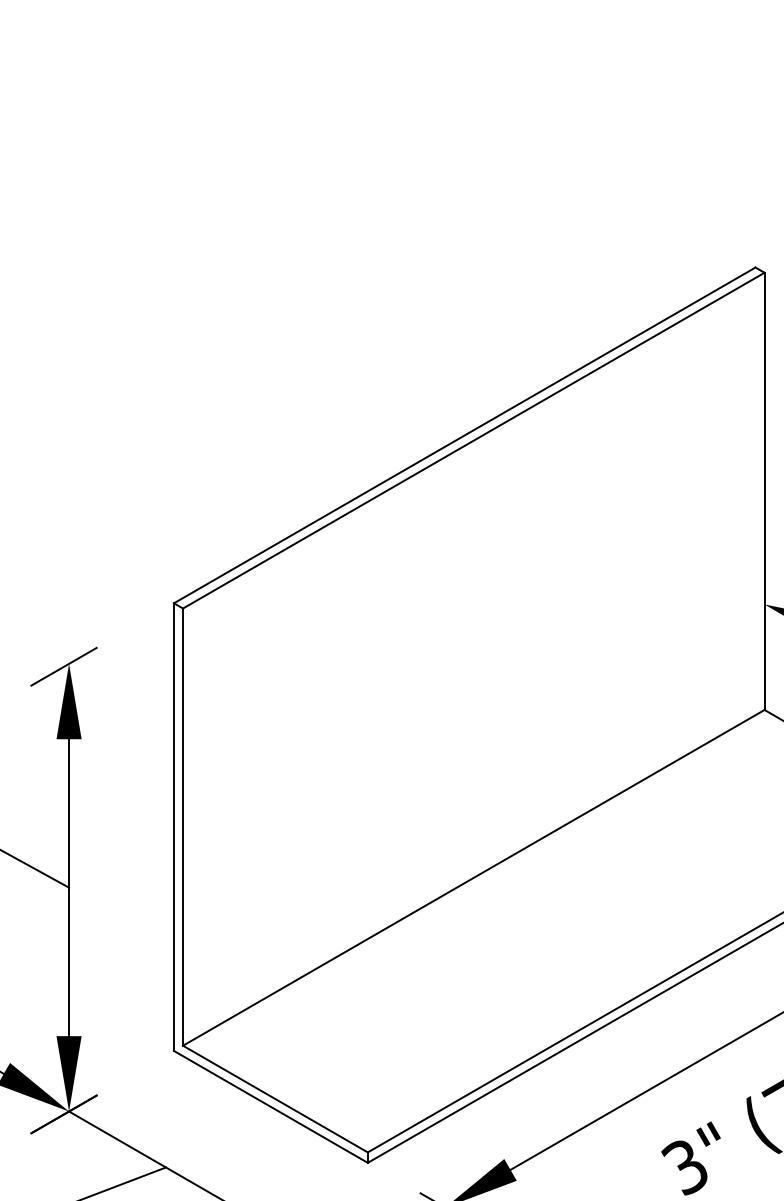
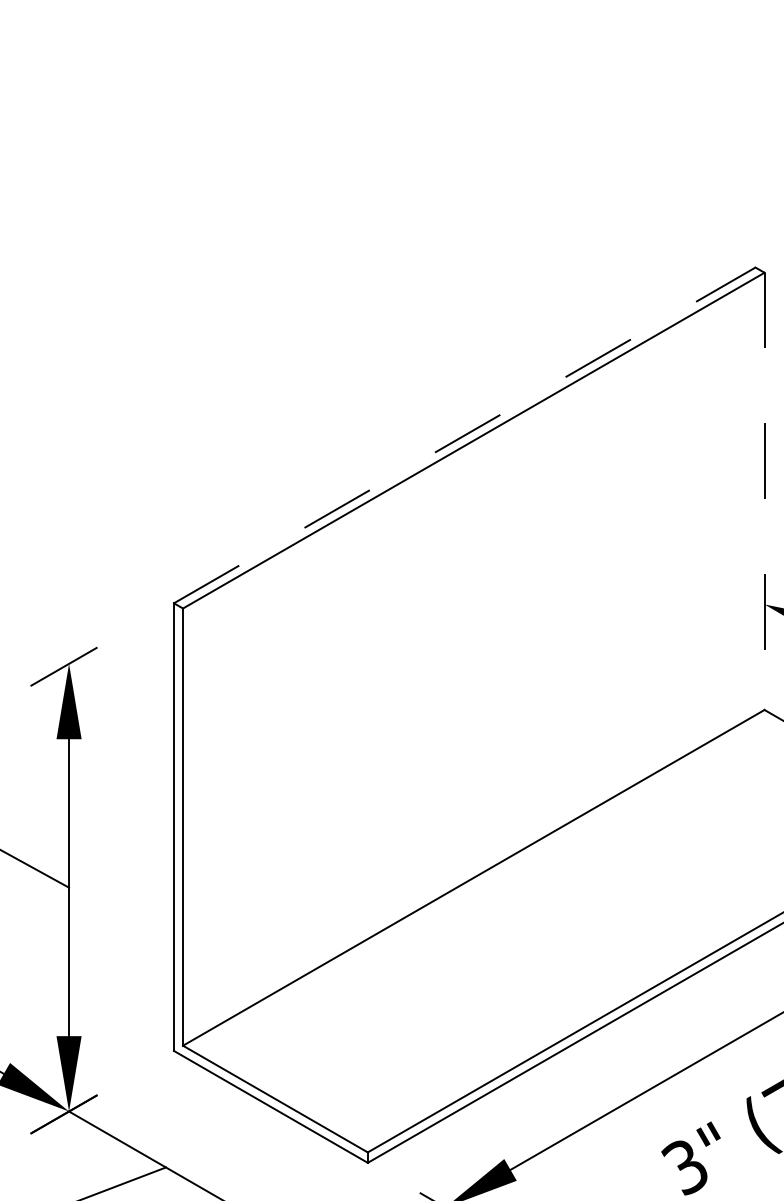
line at (464, 435): solid -> dashed
line at (764, 491): solid -> dashed
